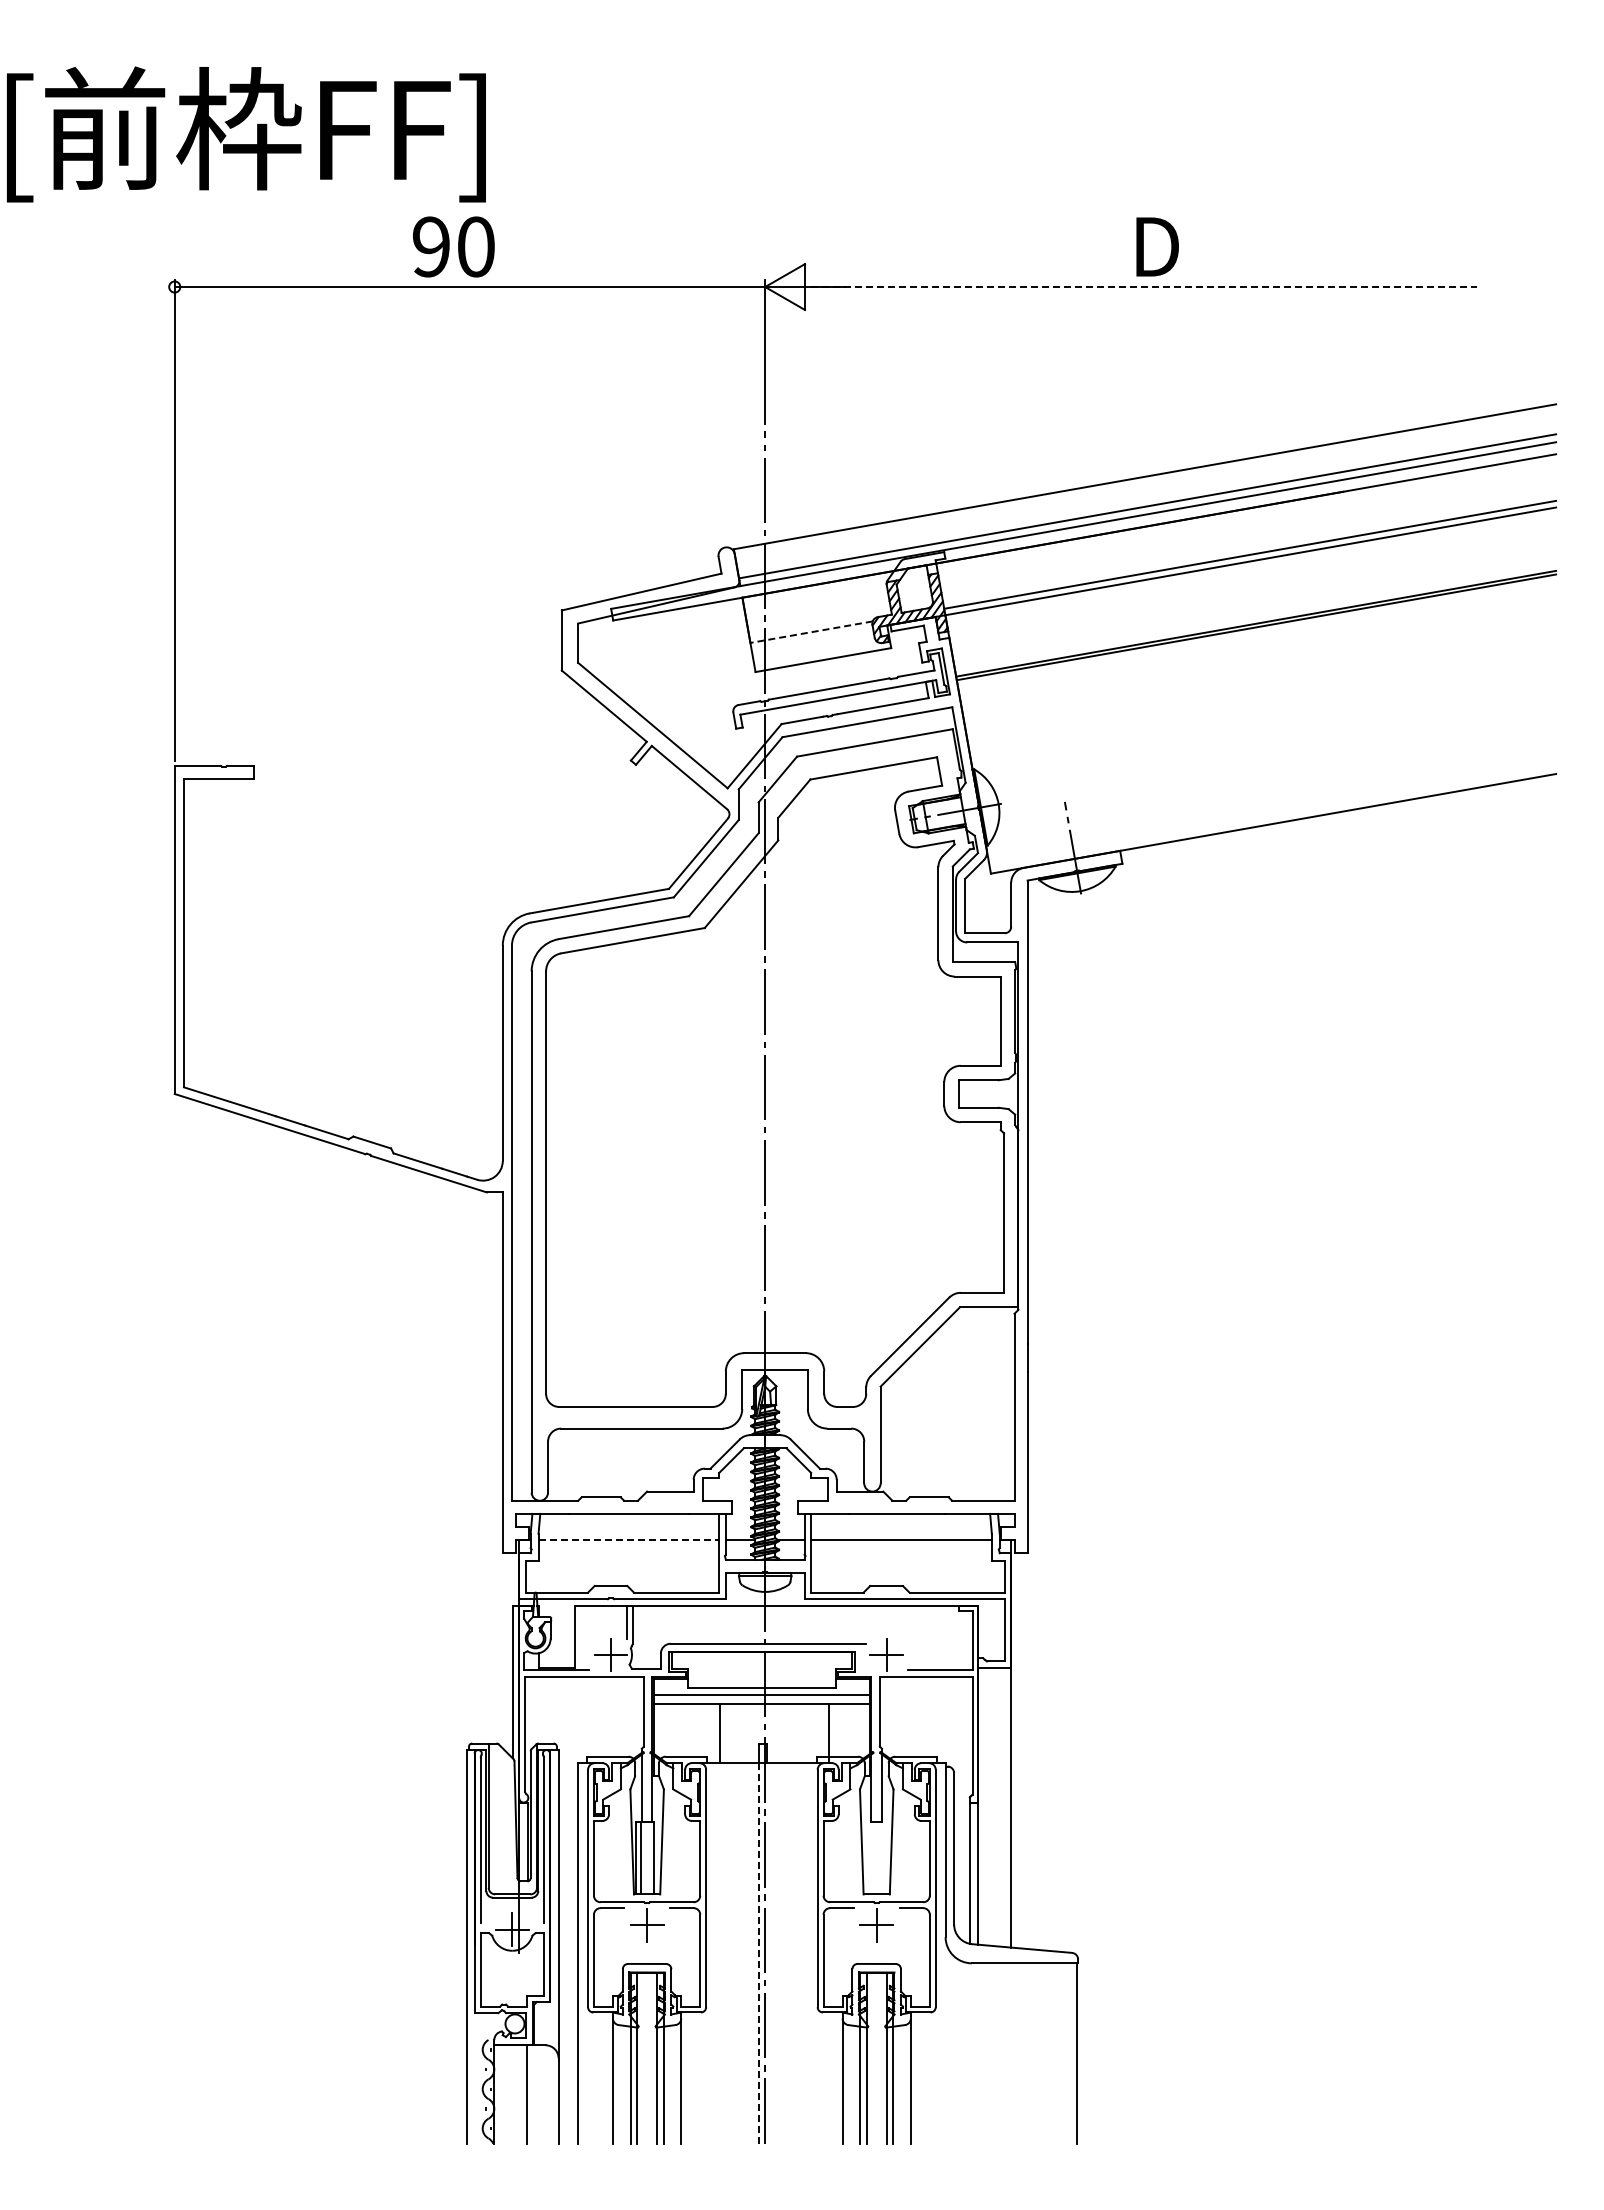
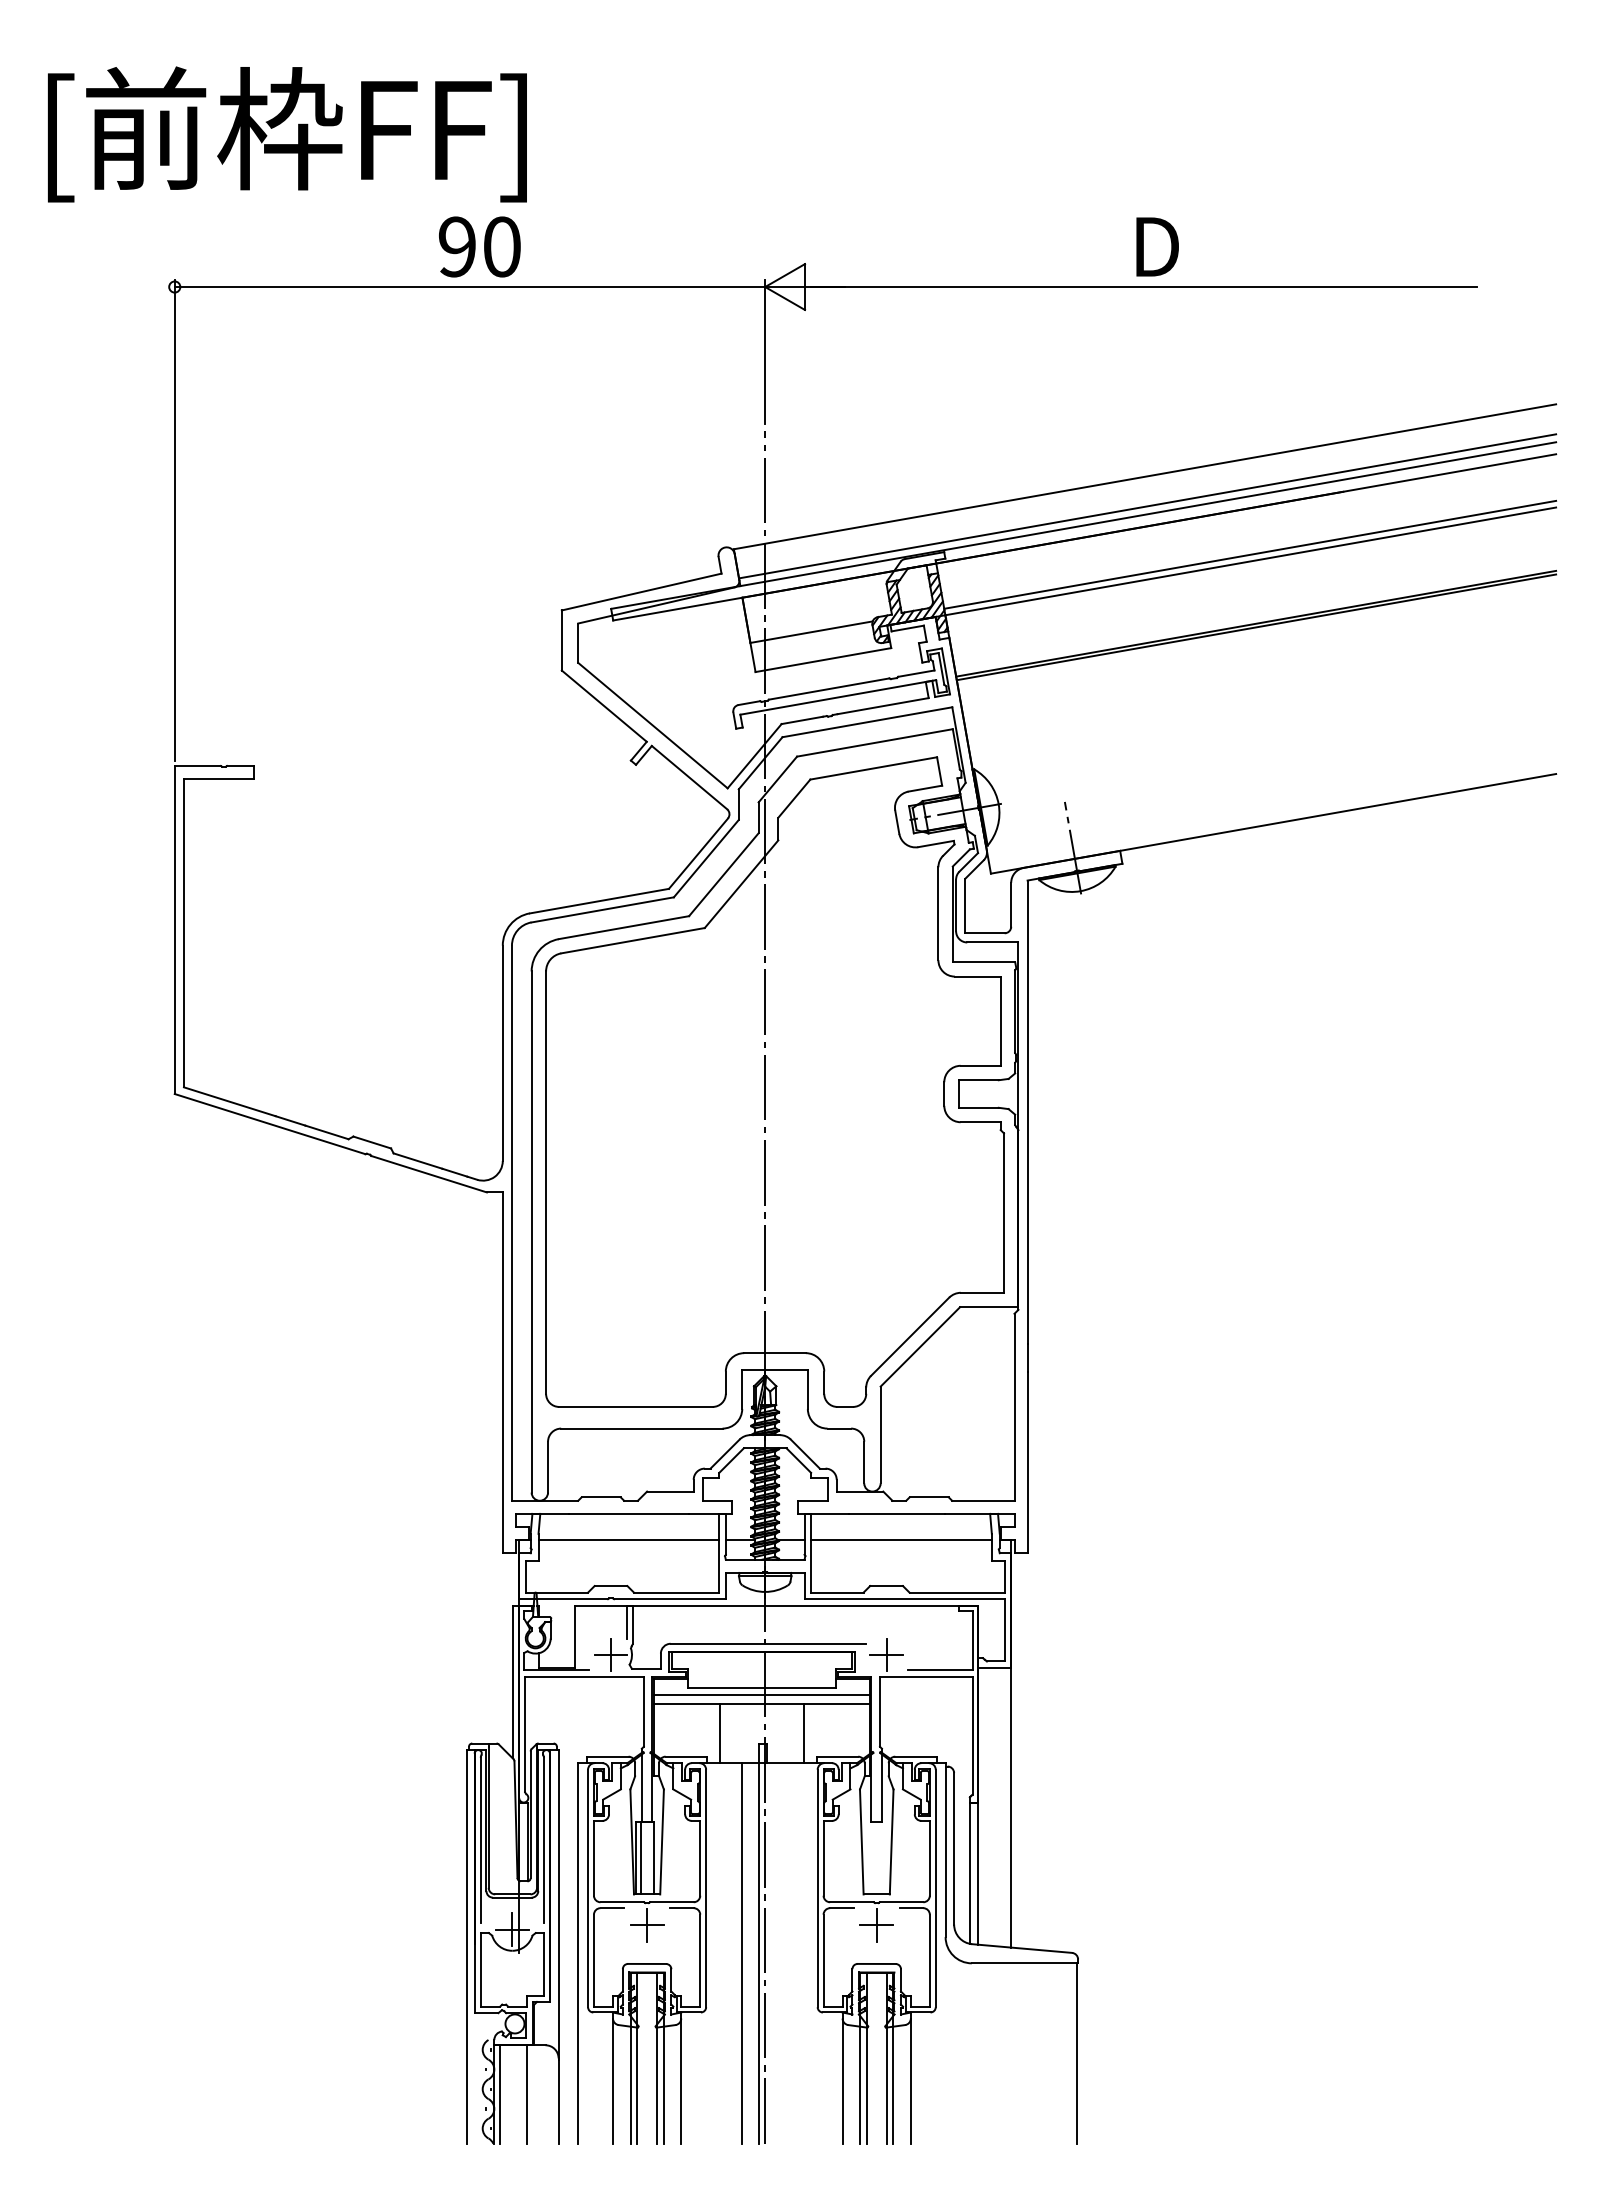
text at (246, 134) position: (246, 134) -> (287, 134)
text at (453, 246) position: (453, 246) -> (479, 246)
line at (1144, 287): dashed -> solid
line at (811, 632): dashed -> solid
line at (629, 1540): dashed -> solid
line at (828, 1733) position: (828, 1733) -> (803, 1733)
line at (742, 1953): none -> present
line at (758, 1953): dashed -> solid
line at (499, 2094): none -> present
